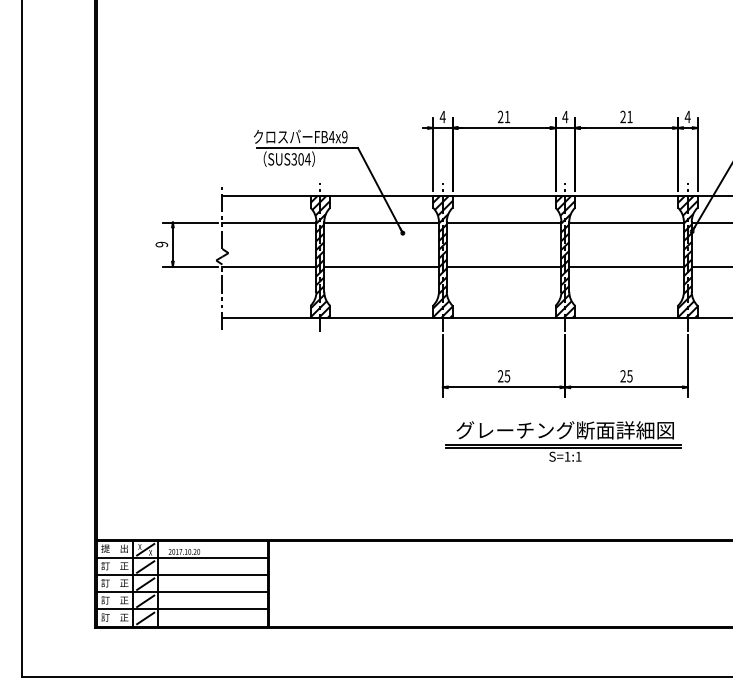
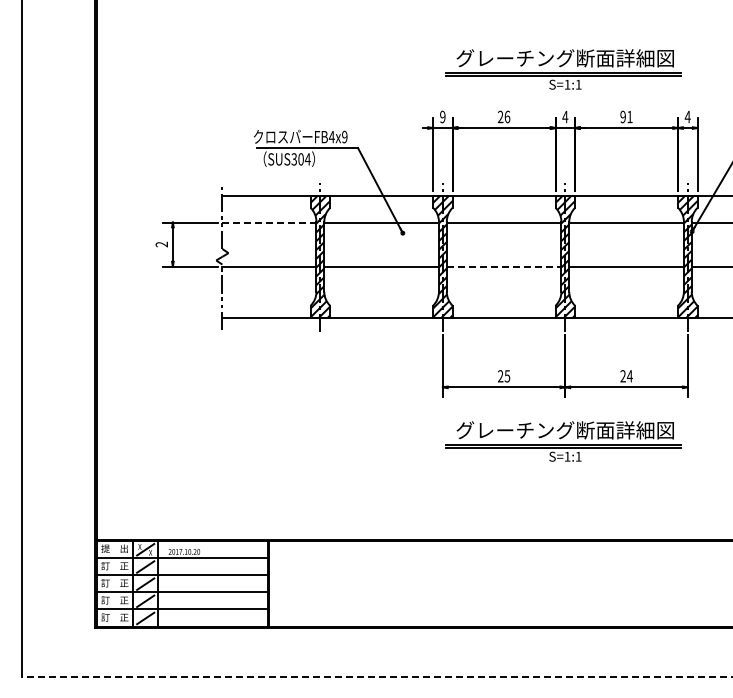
part at (563, 69): none -> present
text at (442, 116): 4 -> 9
text at (507, 116): 21 -> 26
text at (622, 117): 21 -> 91
line at (269, 222): solid -> dashed
text at (162, 244): 9 -> 2
line at (504, 266): solid -> dashed
text at (629, 376): 25 -> 24
line at (376, 676): solid -> dashed
